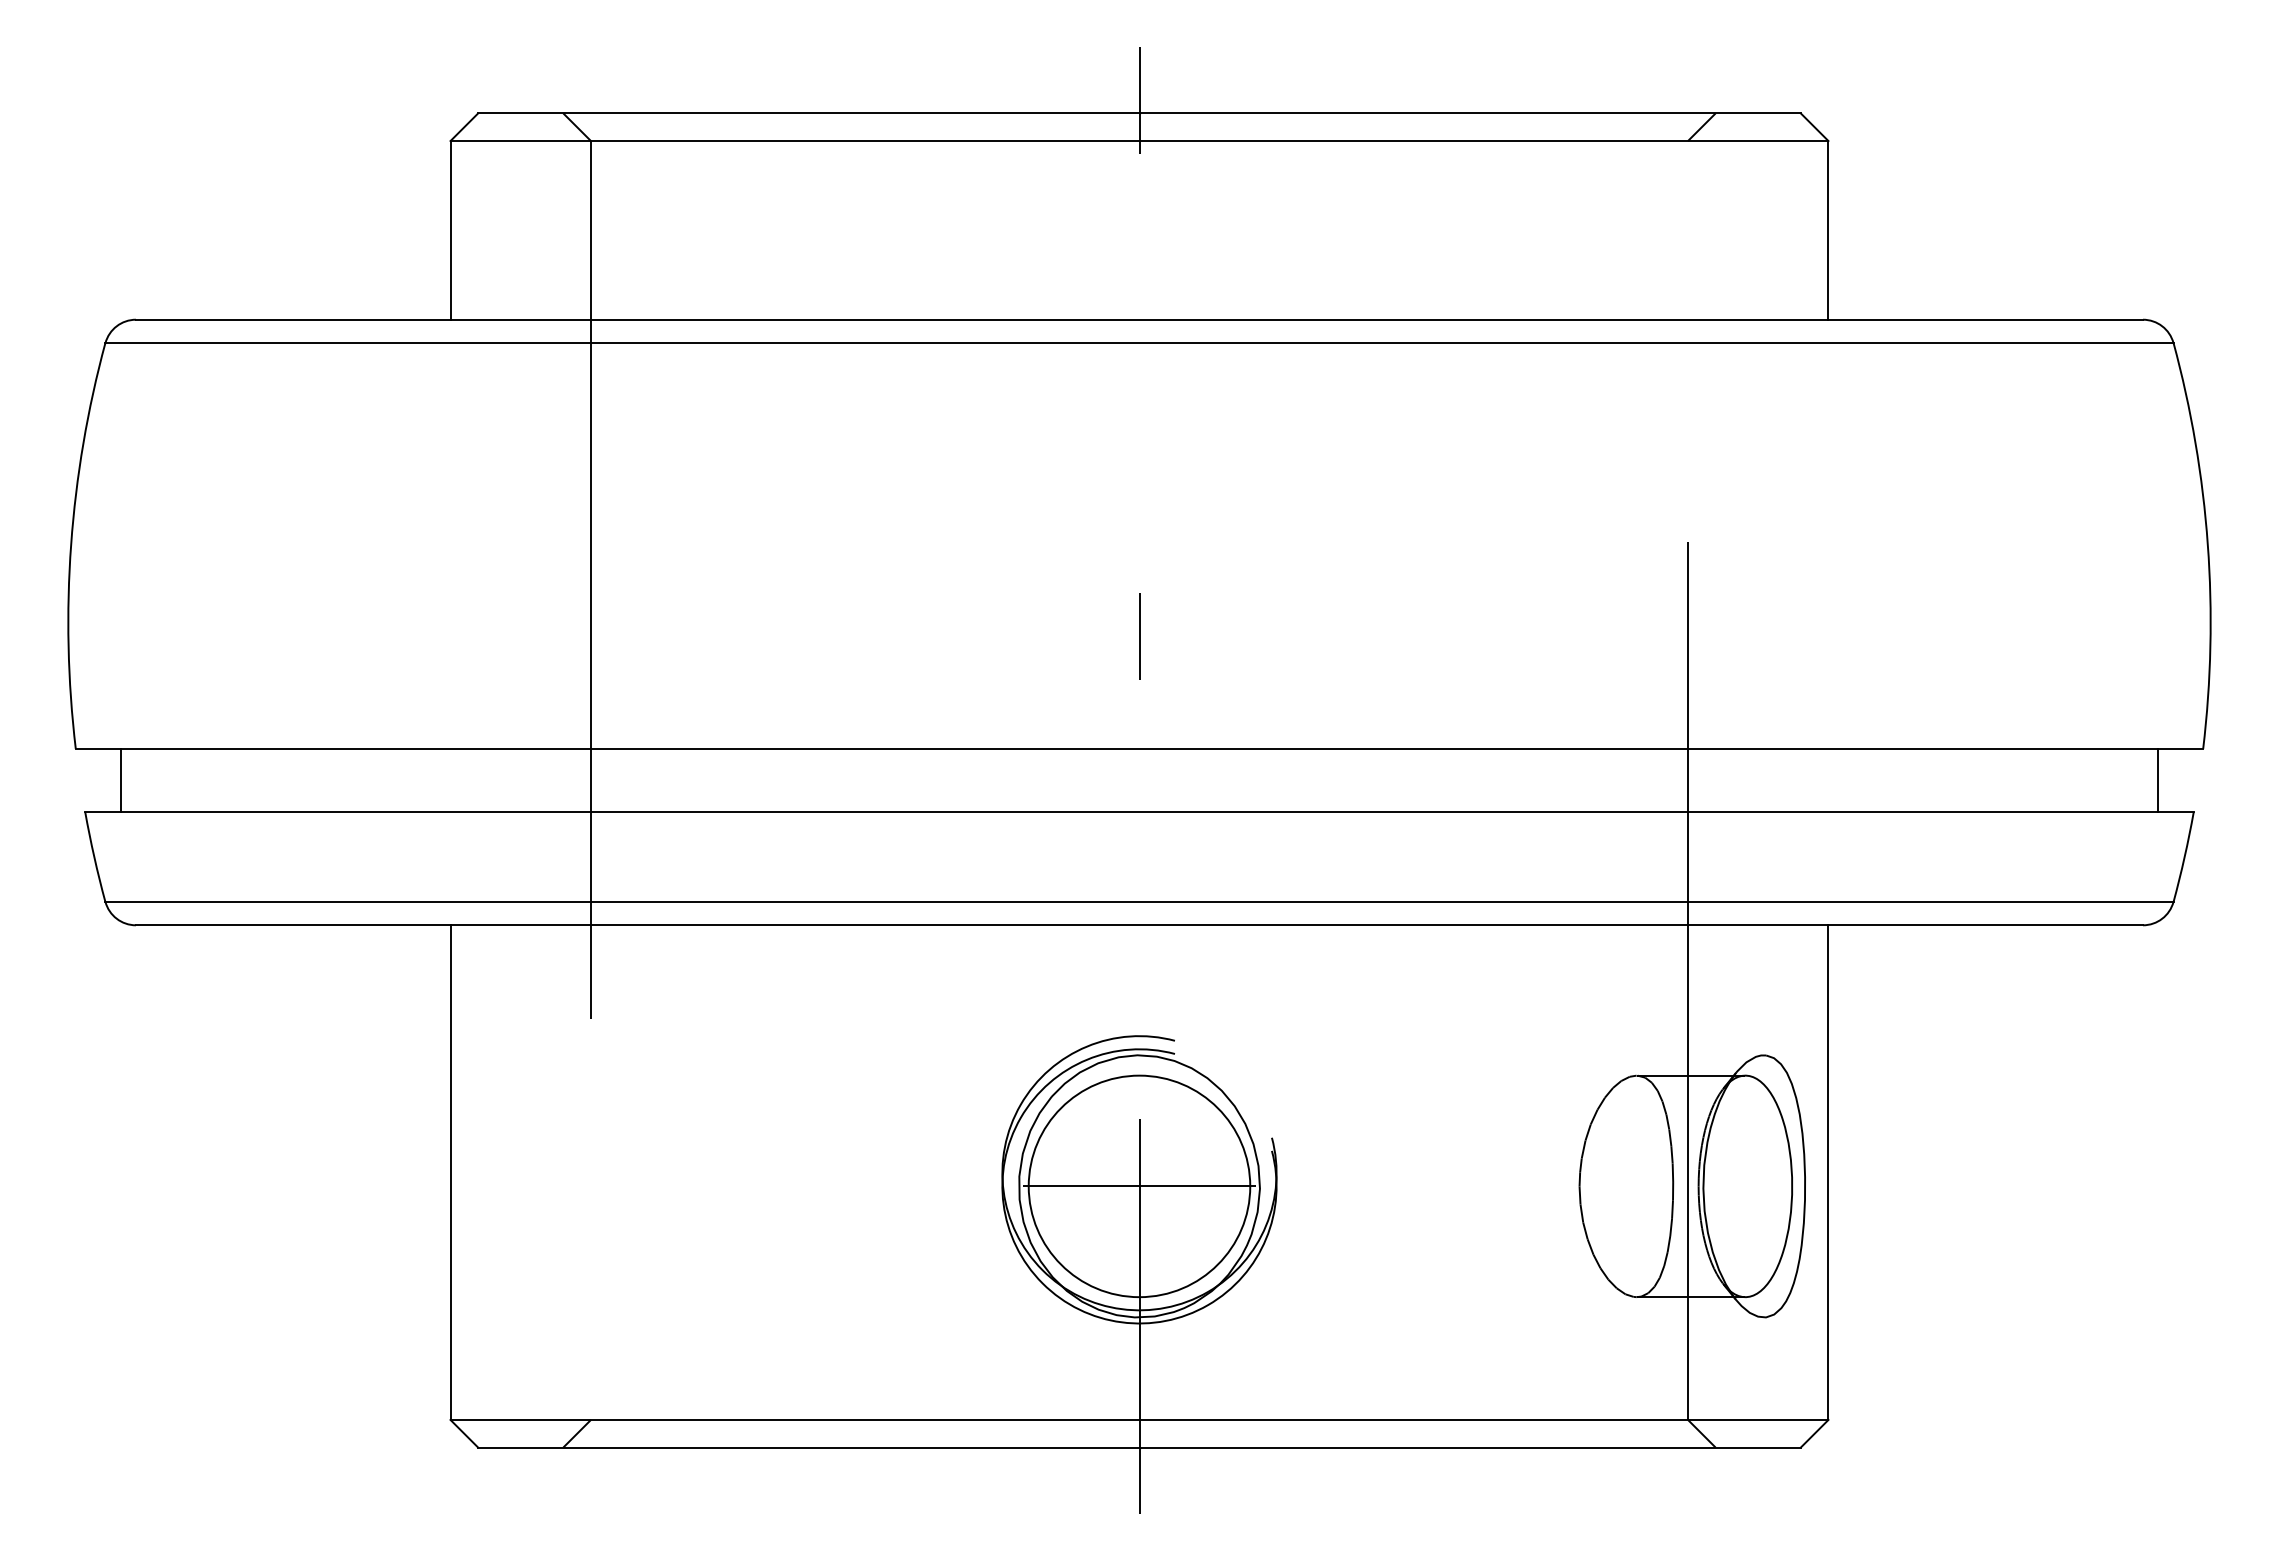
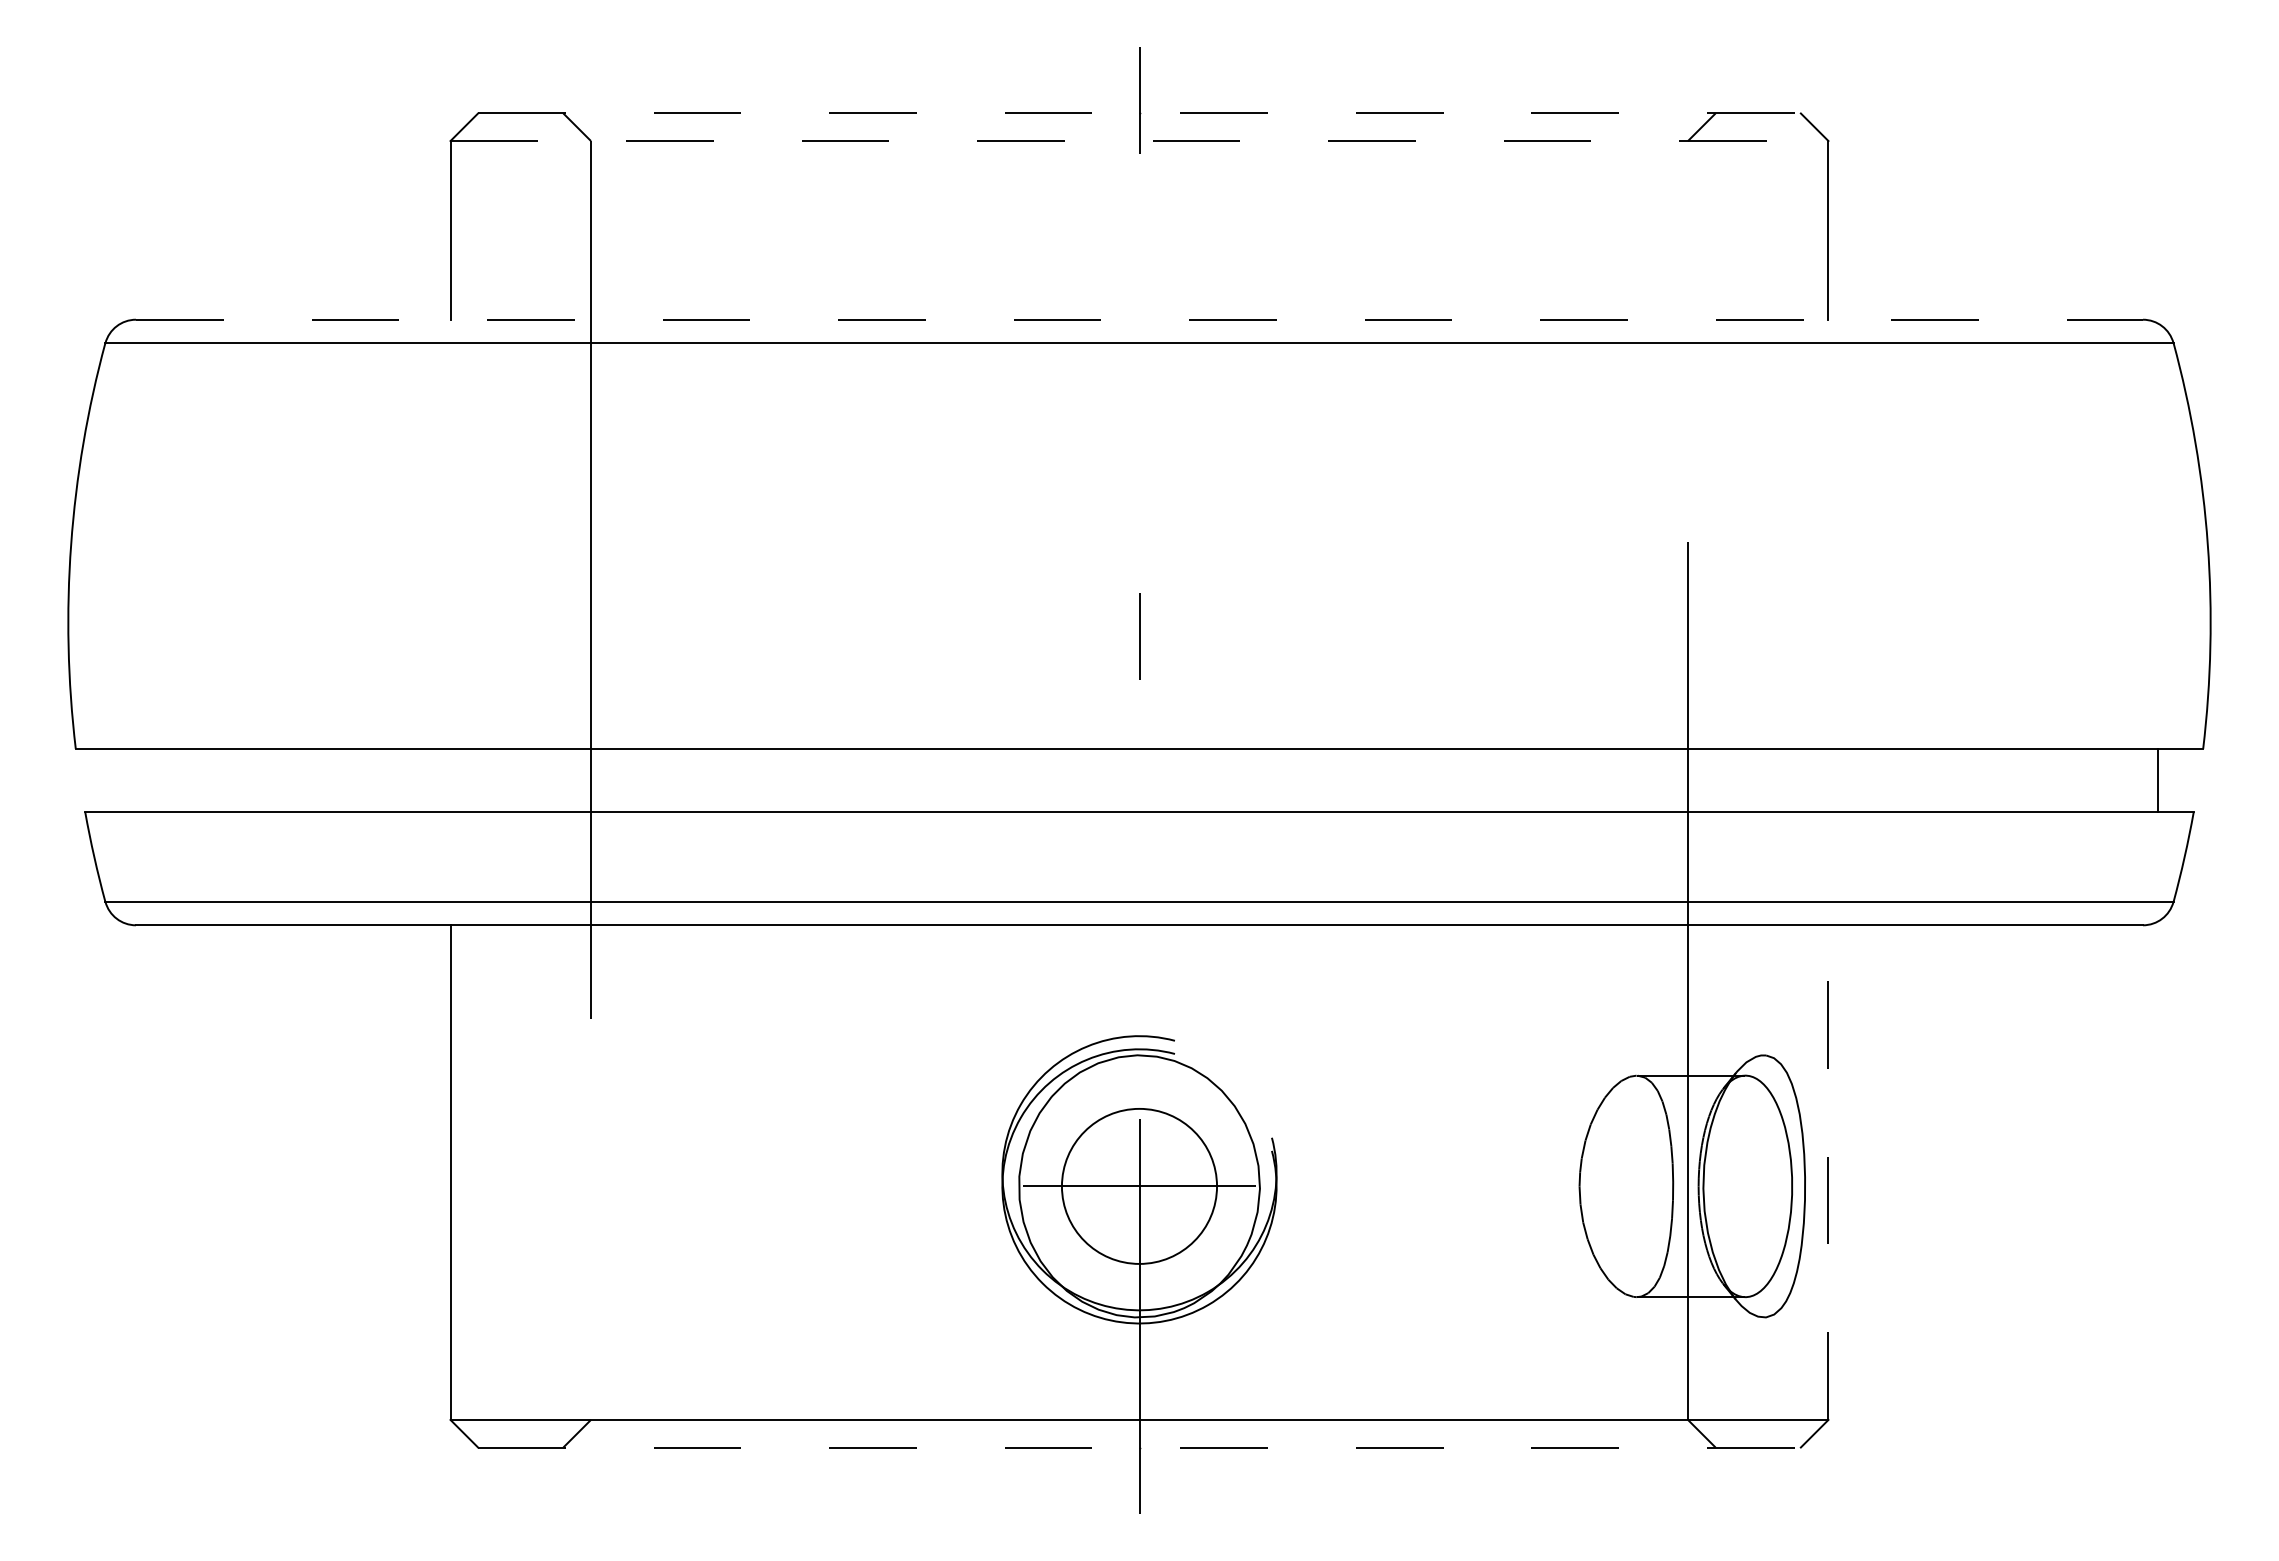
line at (1139, 113): solid -> dashed
line at (1139, 141): solid -> dashed
line at (1139, 319): solid -> dashed
line at (121, 780): present -> none
line at (1828, 1172): solid -> dashed
circle at (1139, 1186) diameter: 222 px -> 155 px
line at (1139, 1447): solid -> dashed
